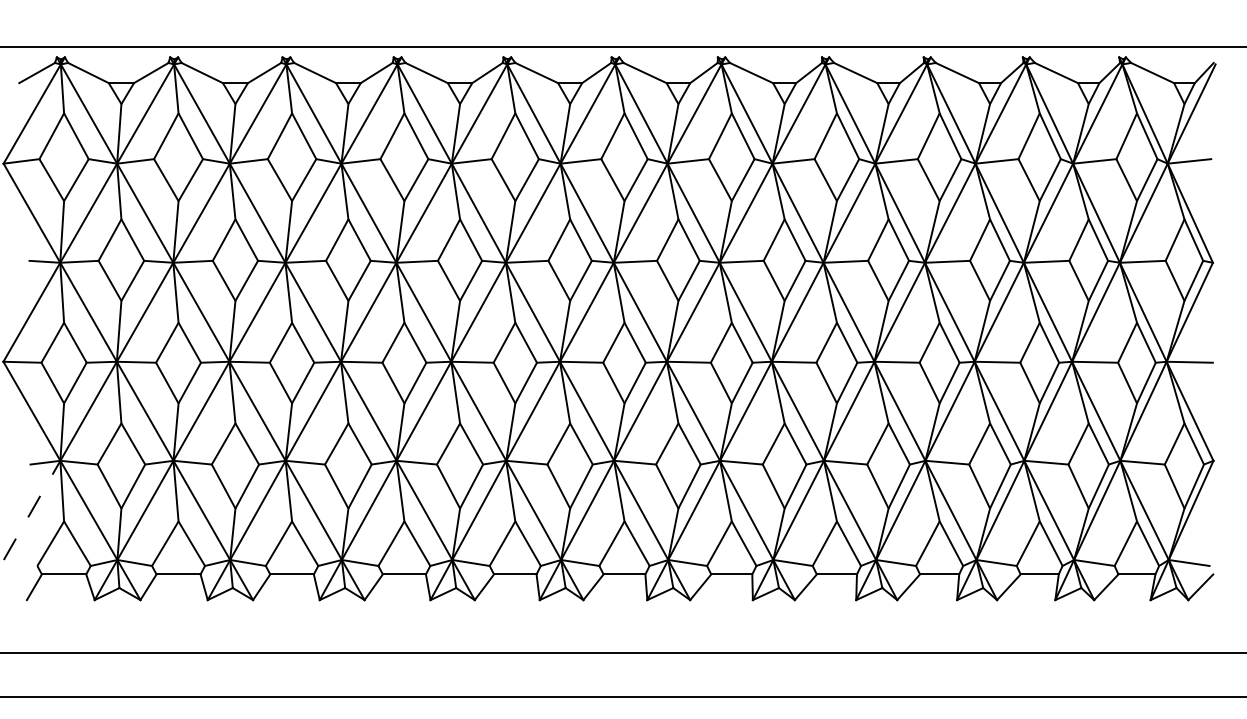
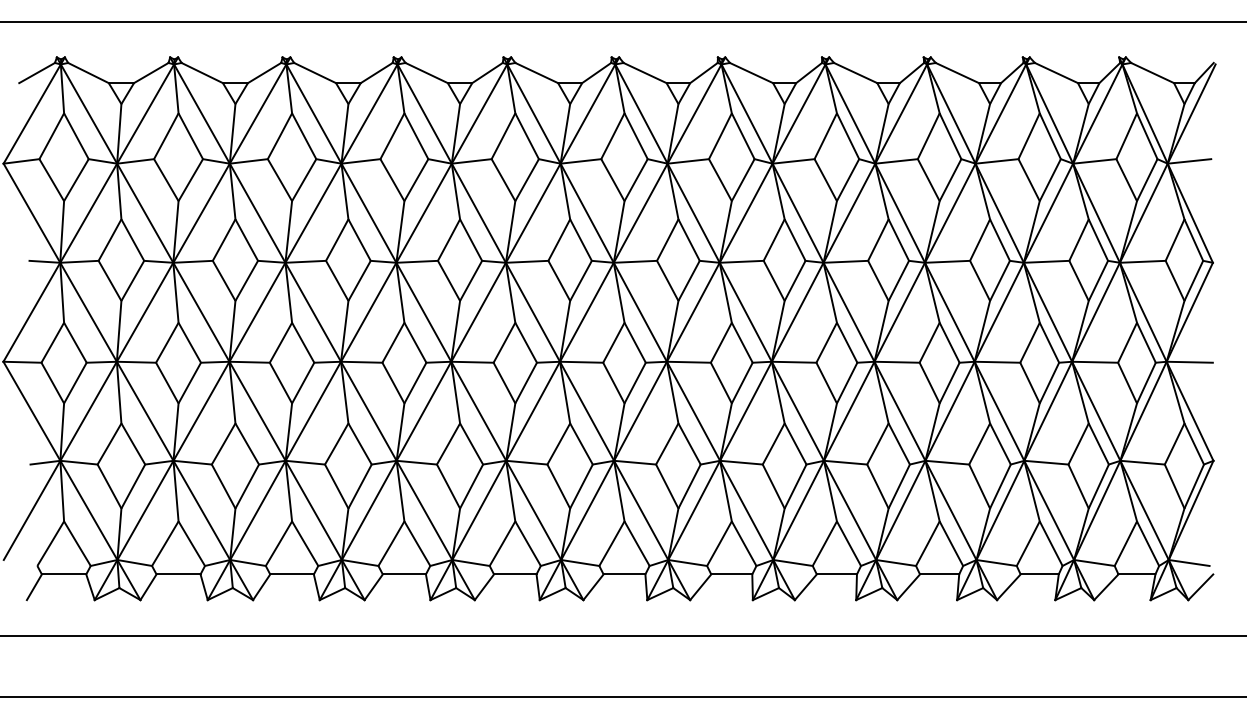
line at (622, 46) position: (622, 46) -> (622, 21)
line at (32, 509): dashed -> solid
line at (622, 652) position: (622, 652) -> (622, 635)
